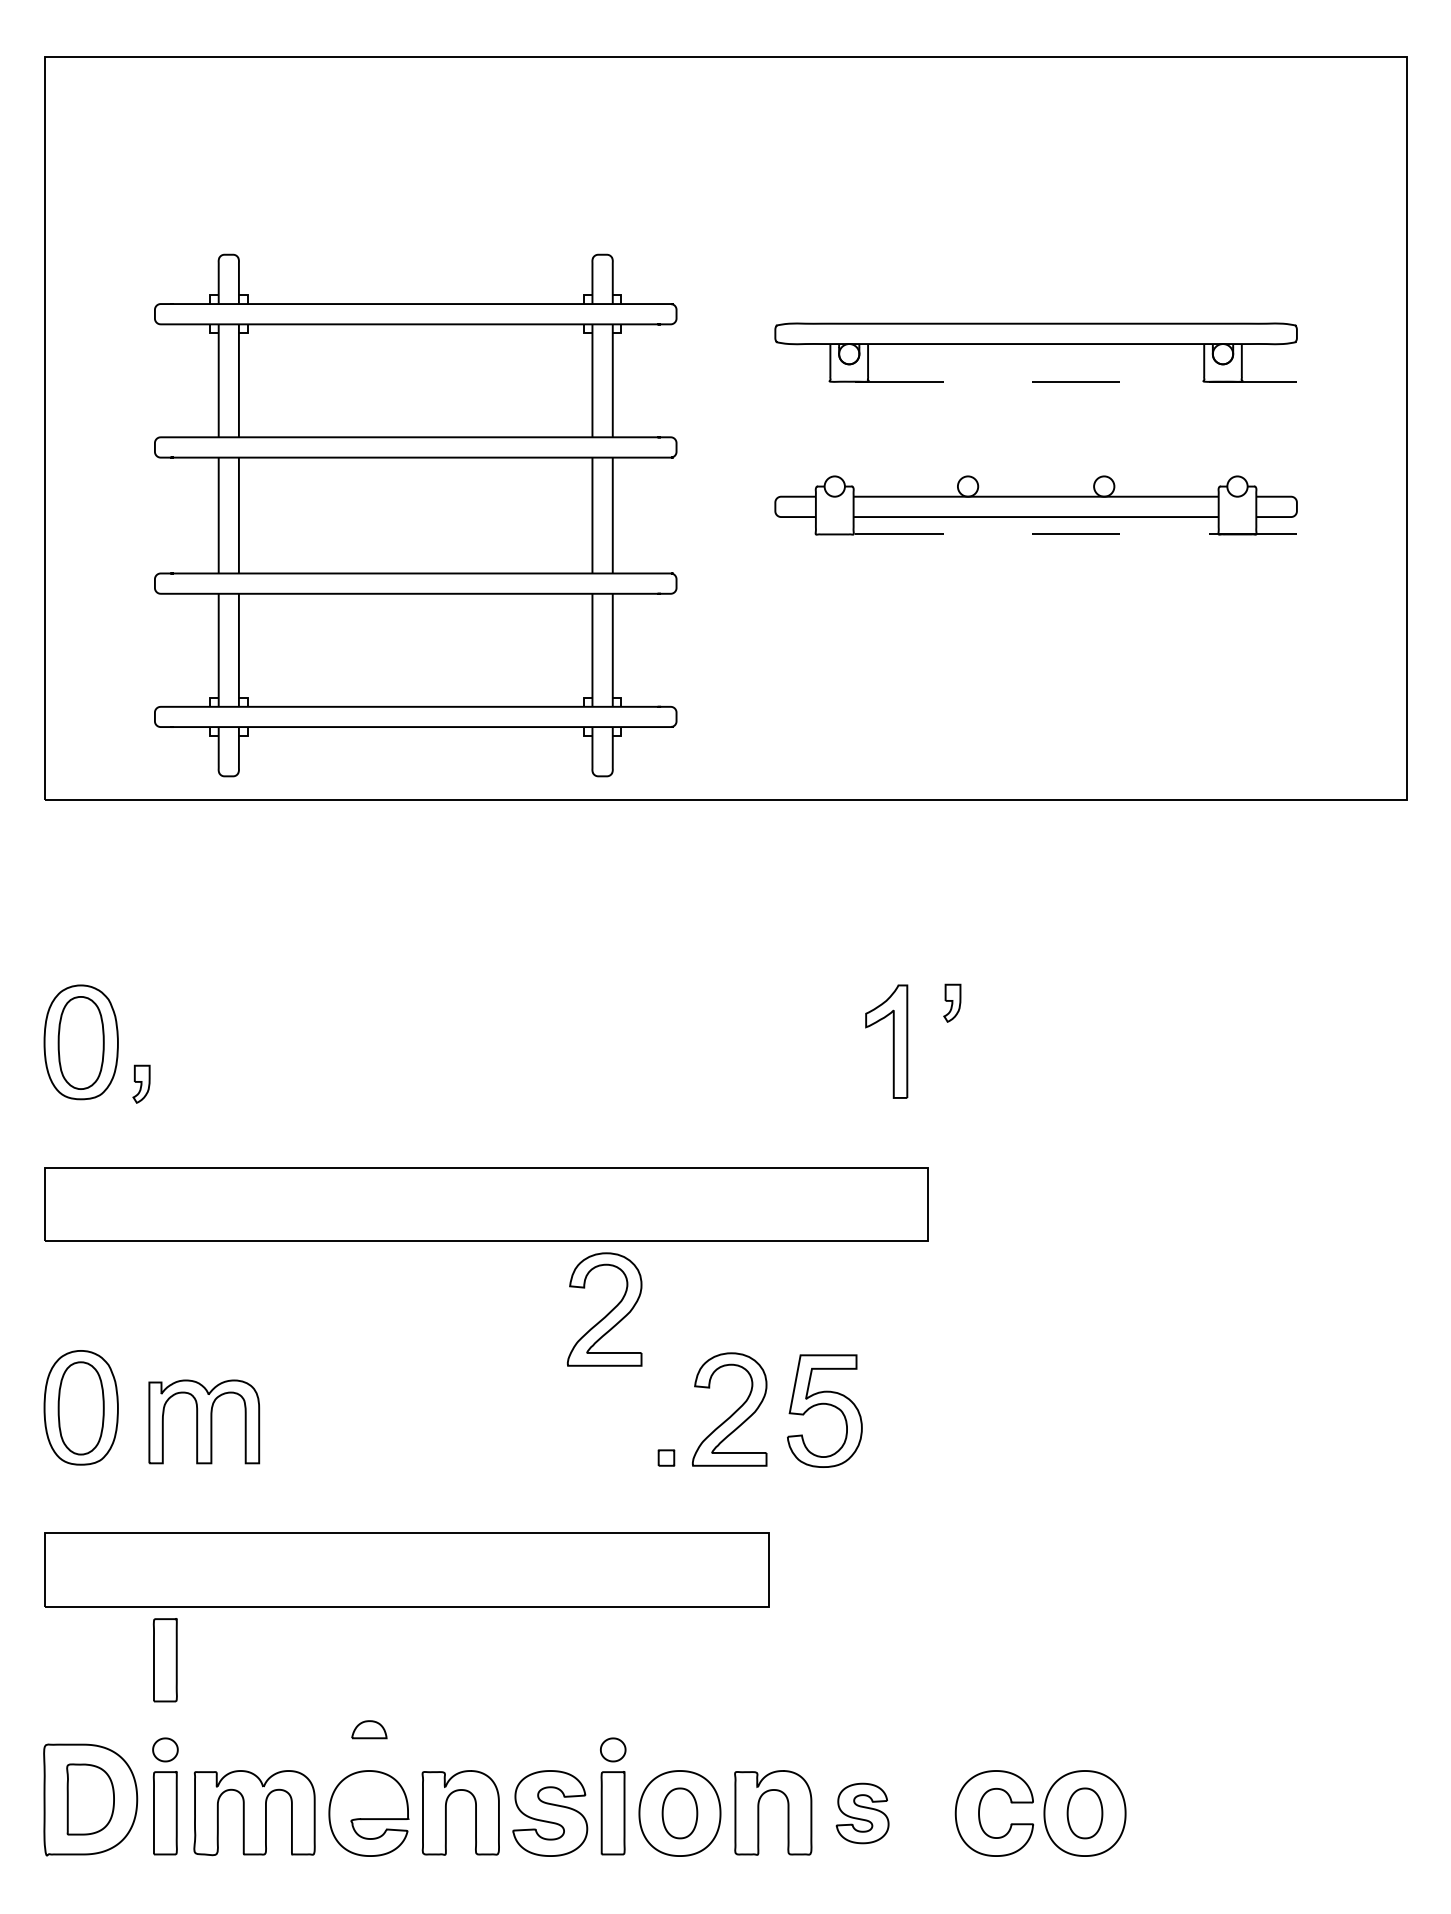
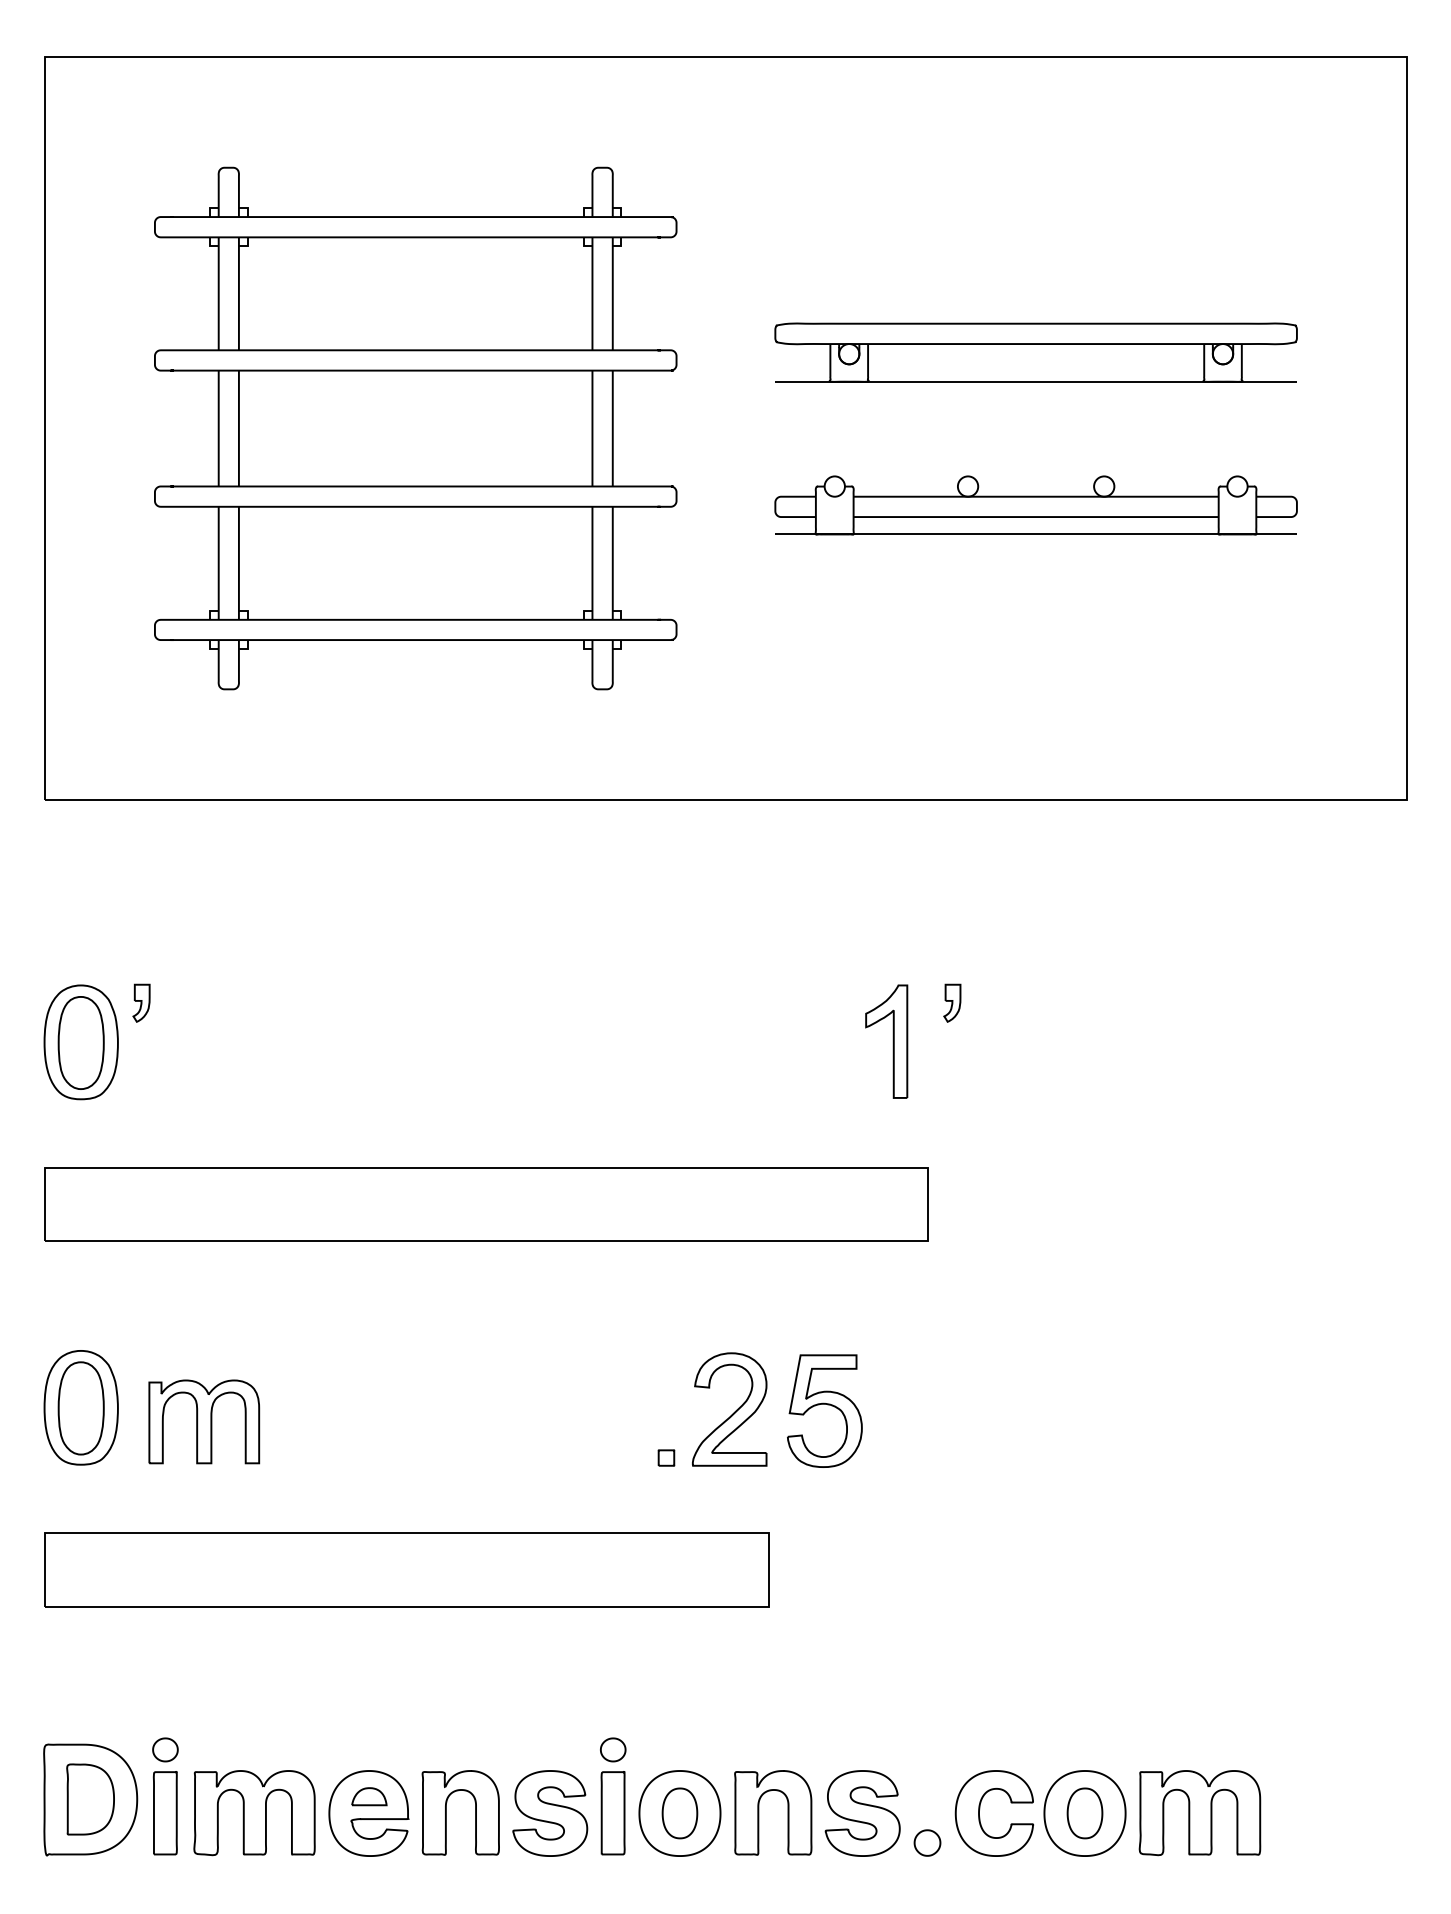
line at (1036, 381): dashed -> solid
part at (415, 515) position: (415, 515) -> (415, 428)
line at (1036, 534): dashed -> solid
part at (141, 1083) position: (141, 1083) -> (141, 1002)
part at (604, 1309): present -> none
part at (164, 1660): present -> none
part at (369, 1729) position: (369, 1729) -> (369, 1796)
part at (862, 1813) size: 55x63 px -> 77x87 px
part at (1199, 1813): none -> present
part at (927, 1842): none -> present
